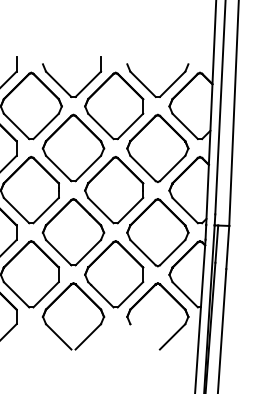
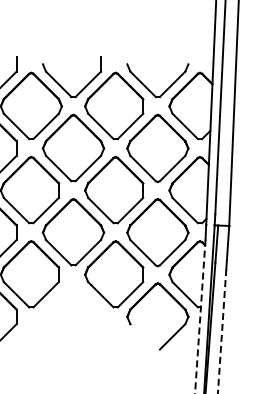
part at (57, 299): present -> none
line at (200, 316): solid -> dashed
line at (222, 331): solid -> dashed
